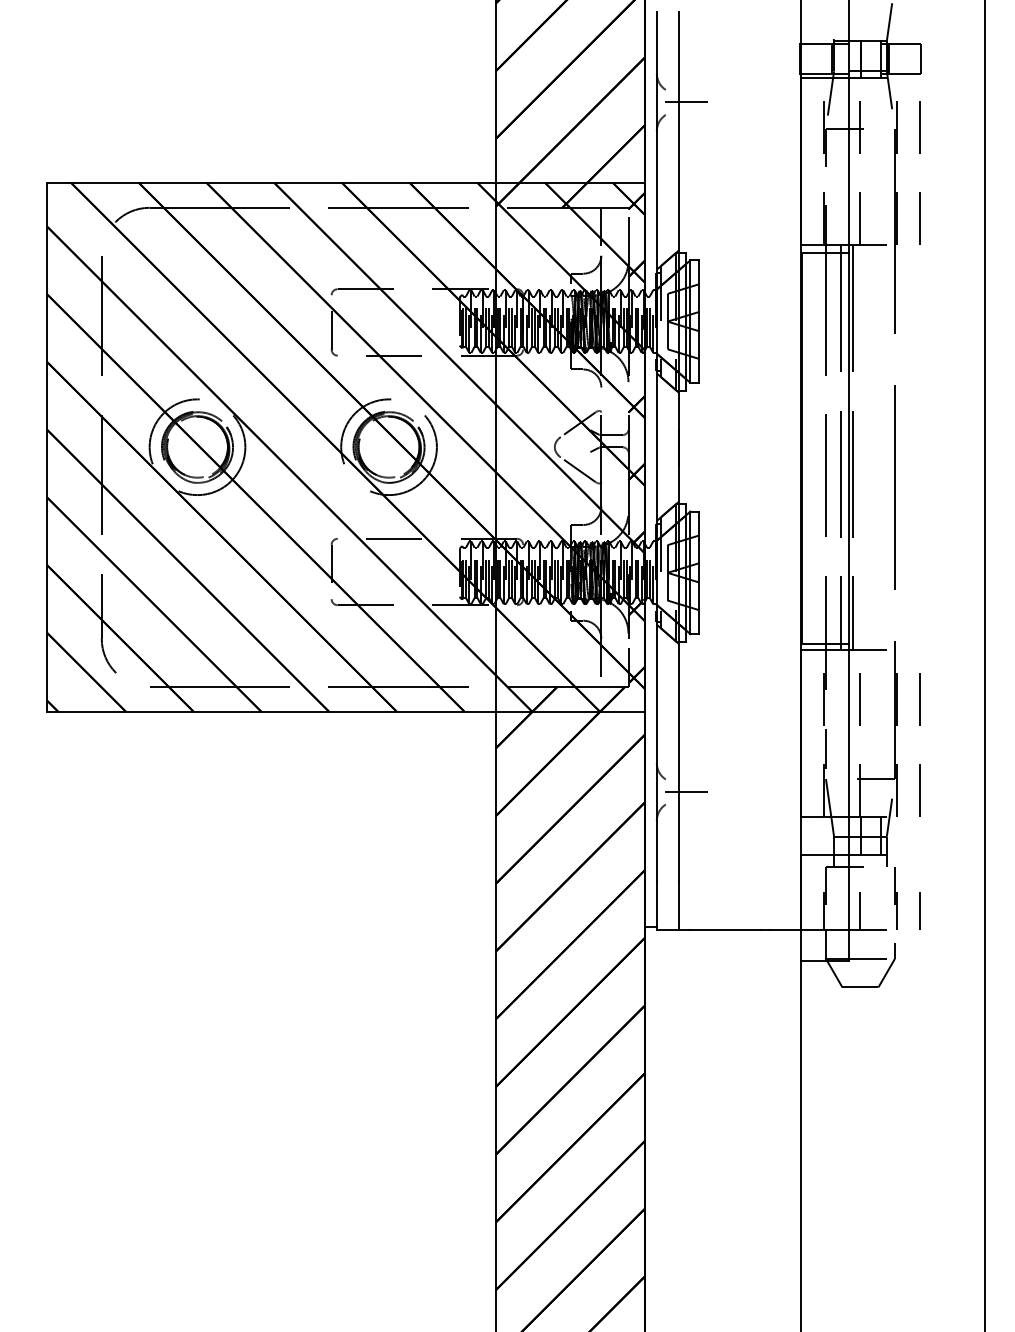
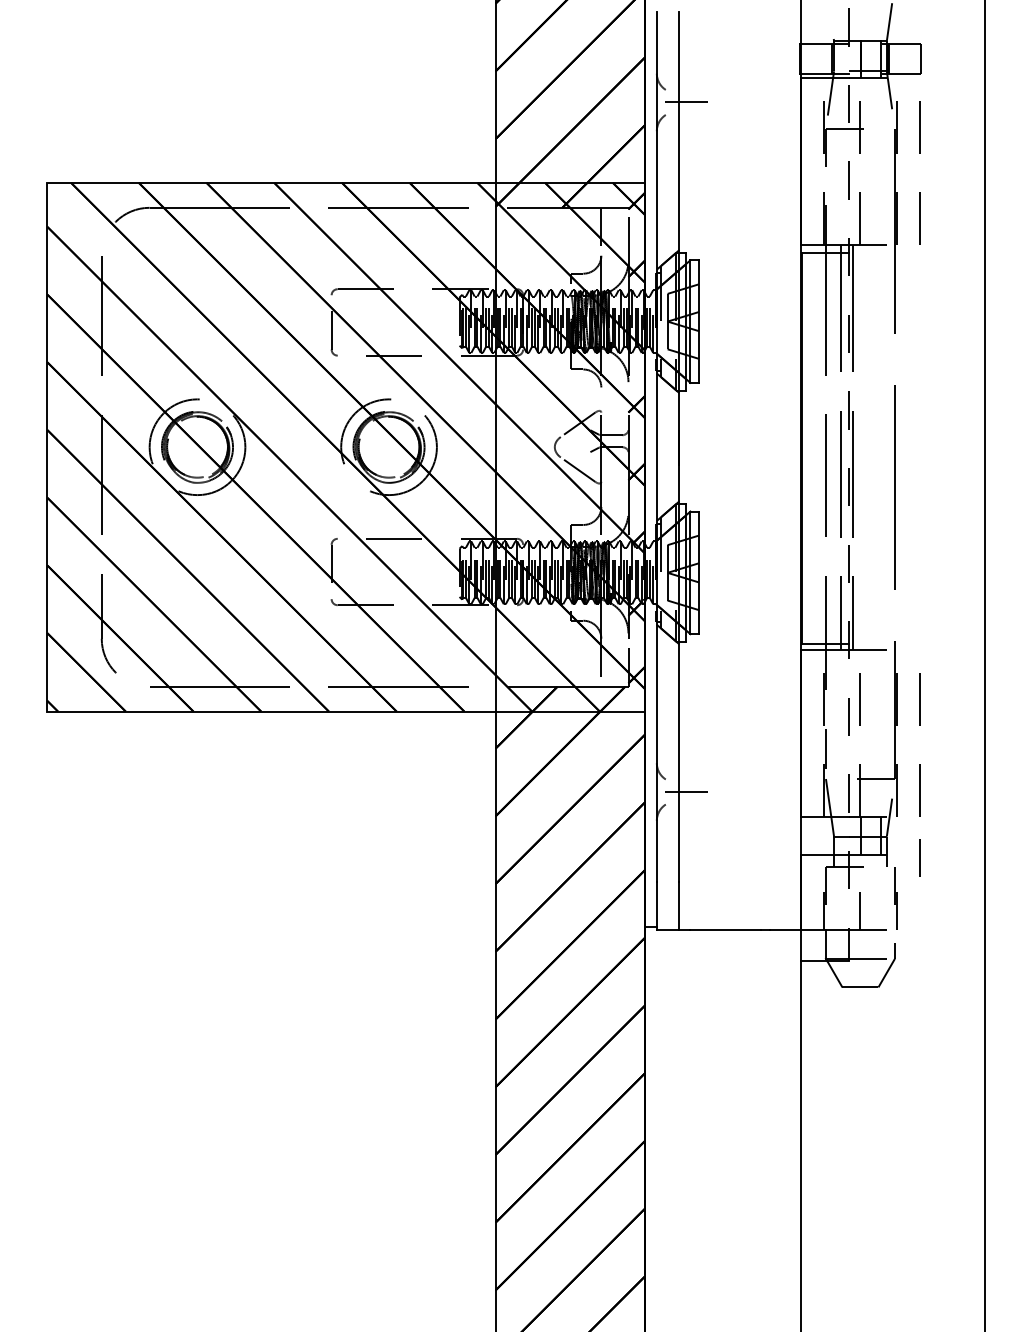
line at (848, 481): solid -> dashed
line at (919, 910) position: (919, 910) -> (919, 857)
